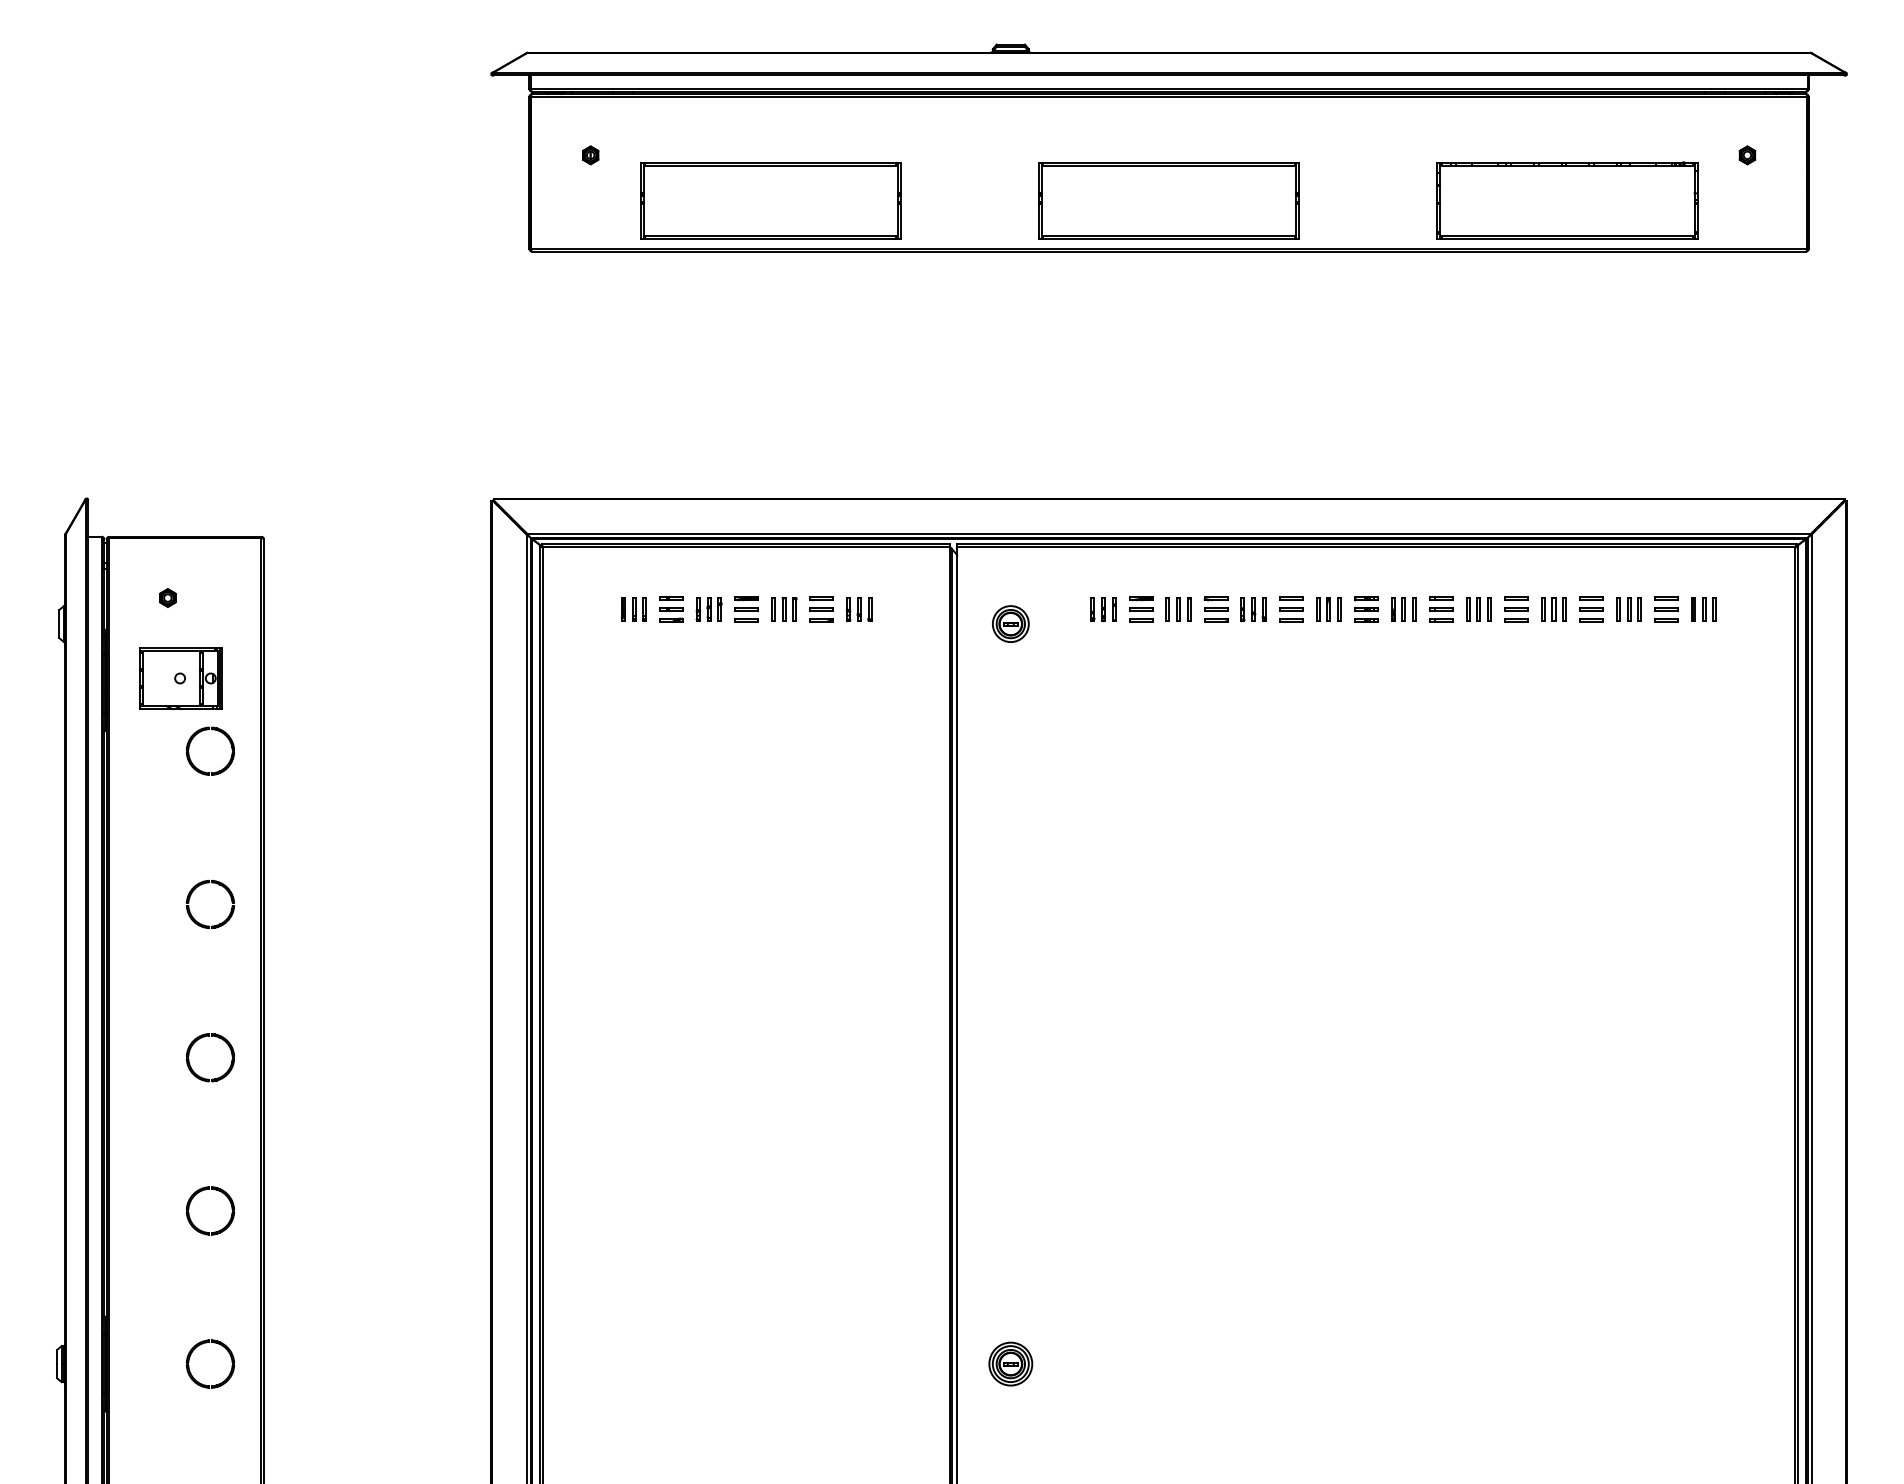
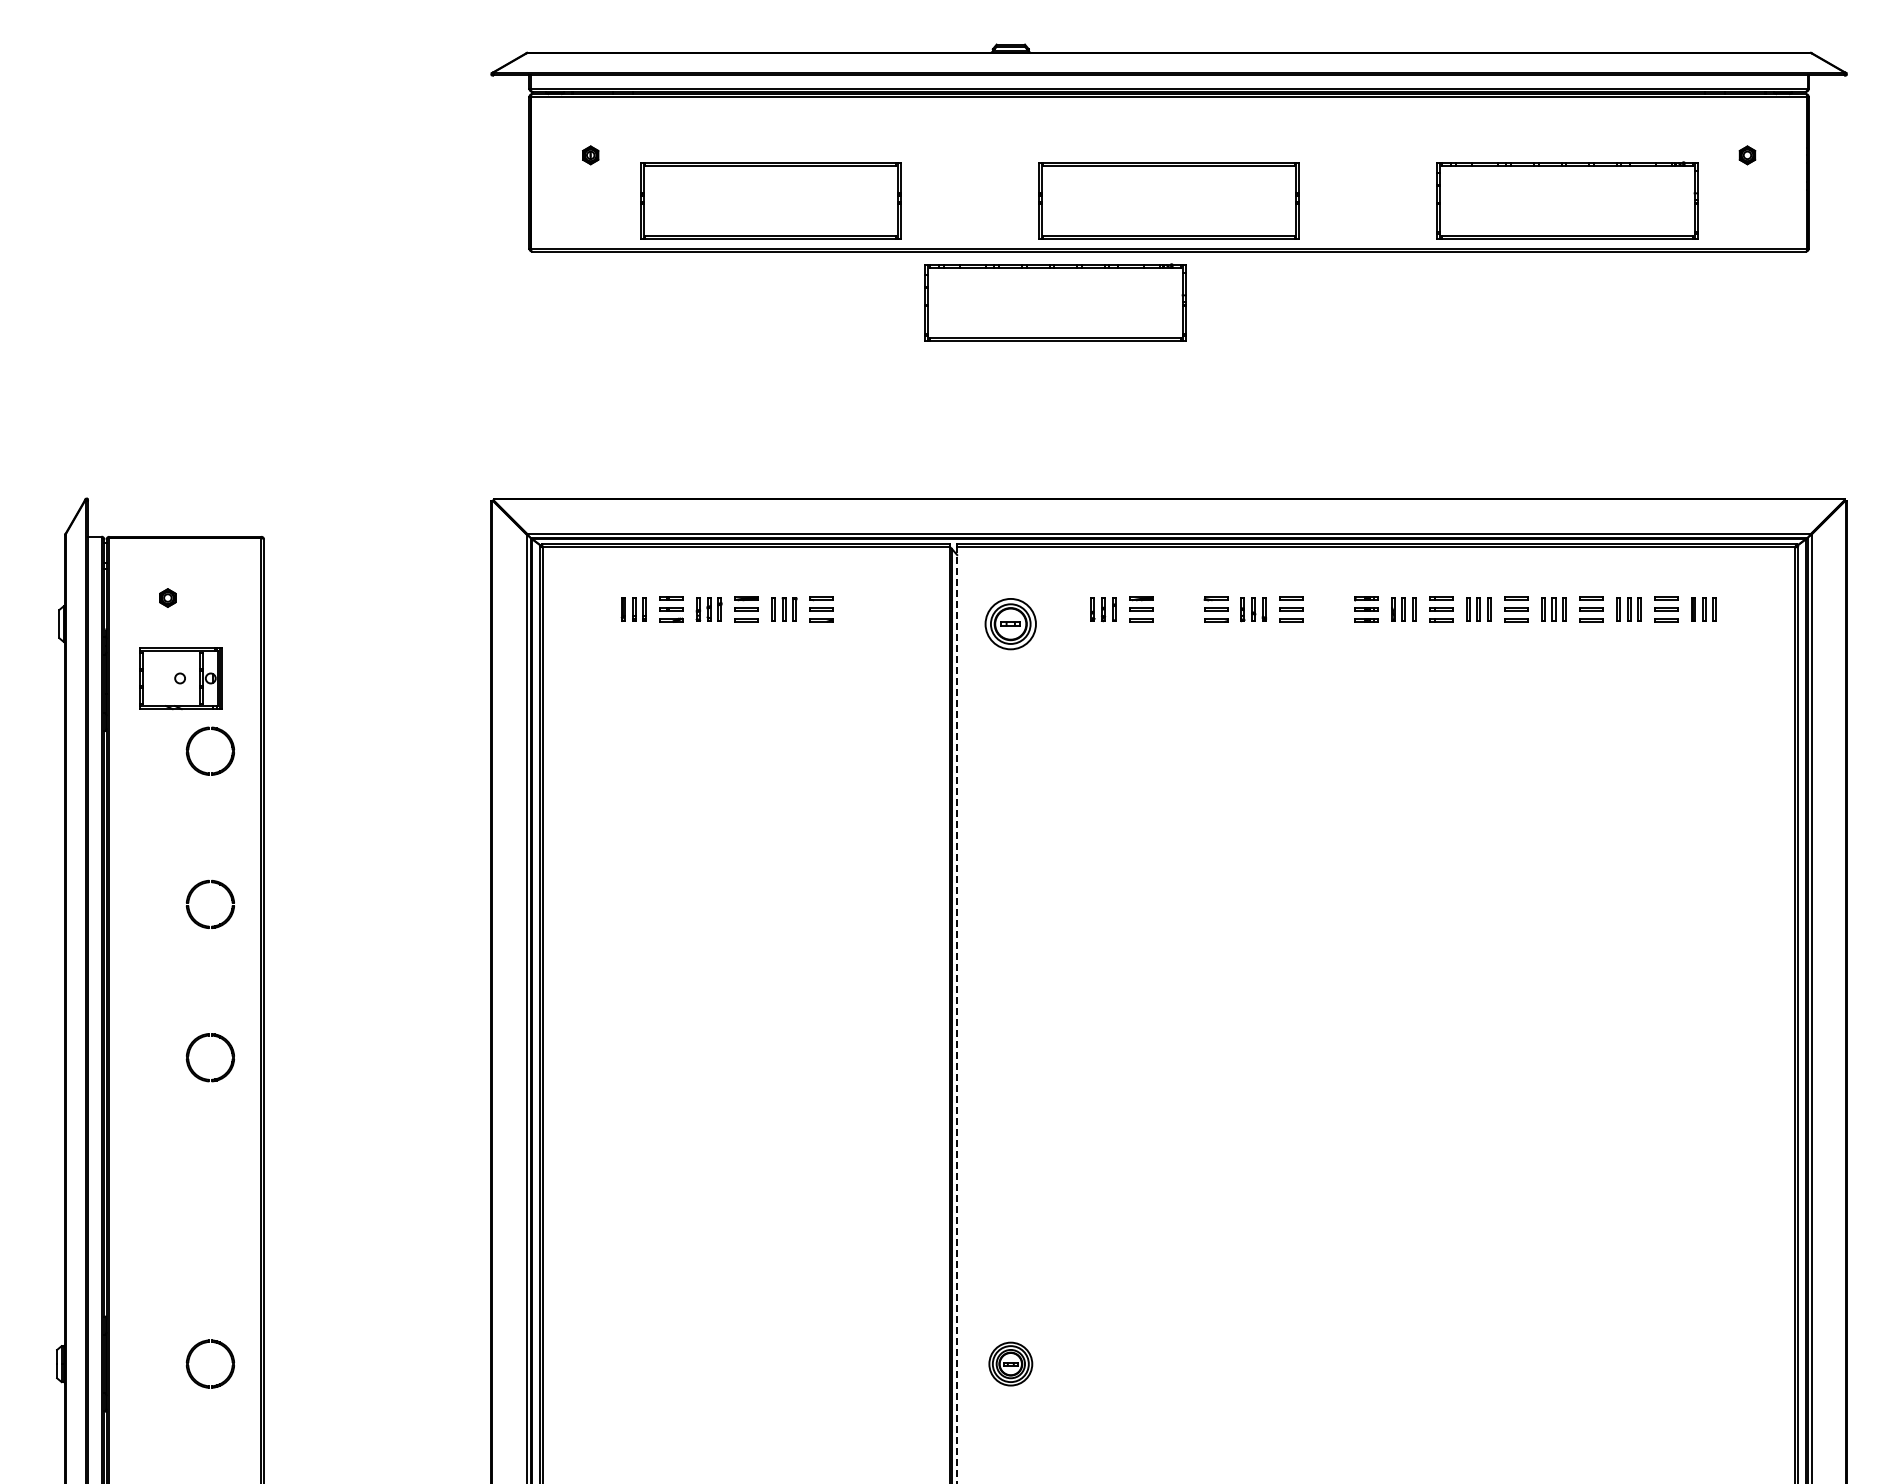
part at (1055, 302): none -> present
part at (859, 609): present -> none
part at (1178, 609): present -> none
part at (1328, 609): present -> none
part at (1010, 623) size: 38x38 px -> 53x53 px
line at (957, 1015): solid -> dashed
part at (190, 1204): present -> none
